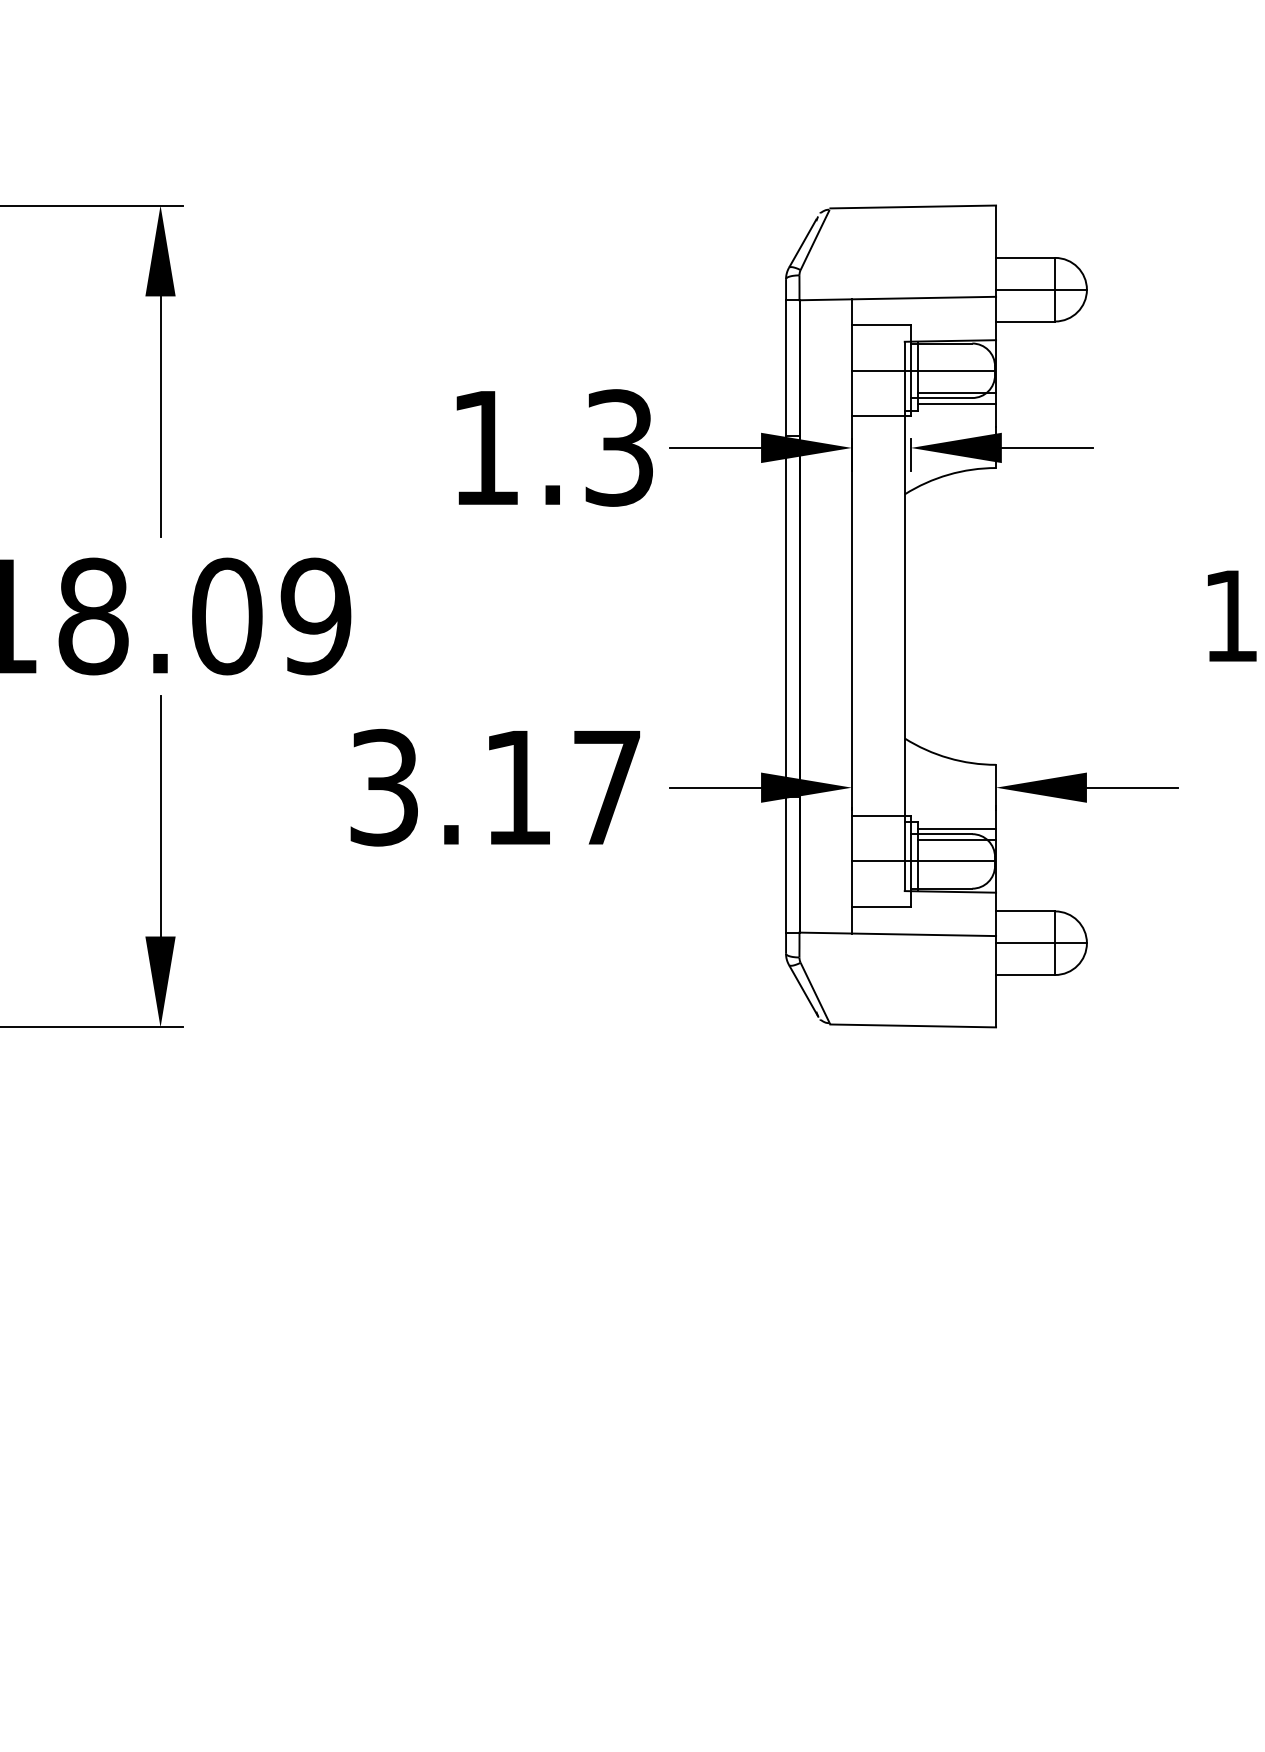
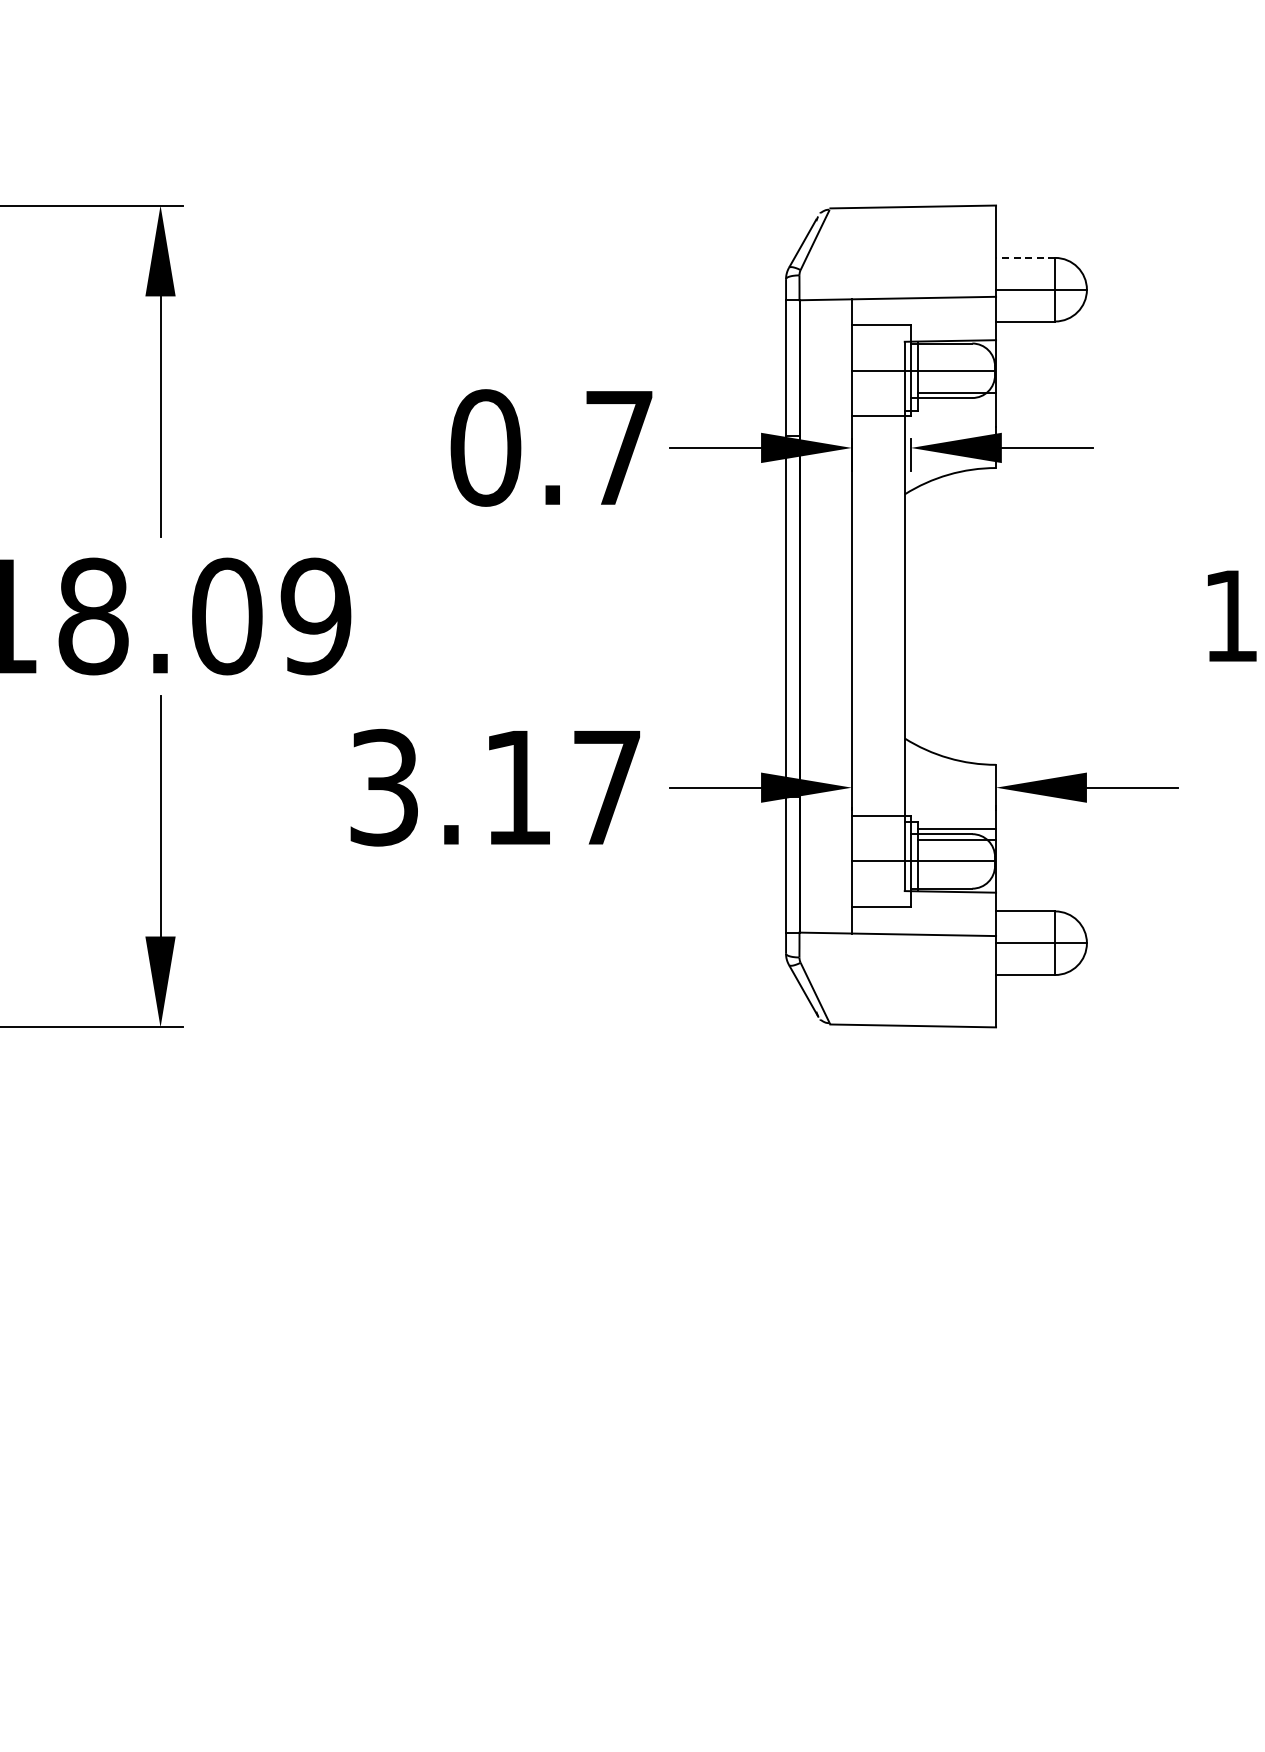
line at (1025, 257): solid -> dashed
line at (957, 404): present -> none
text at (551, 447): 1.3 -> 0.7
